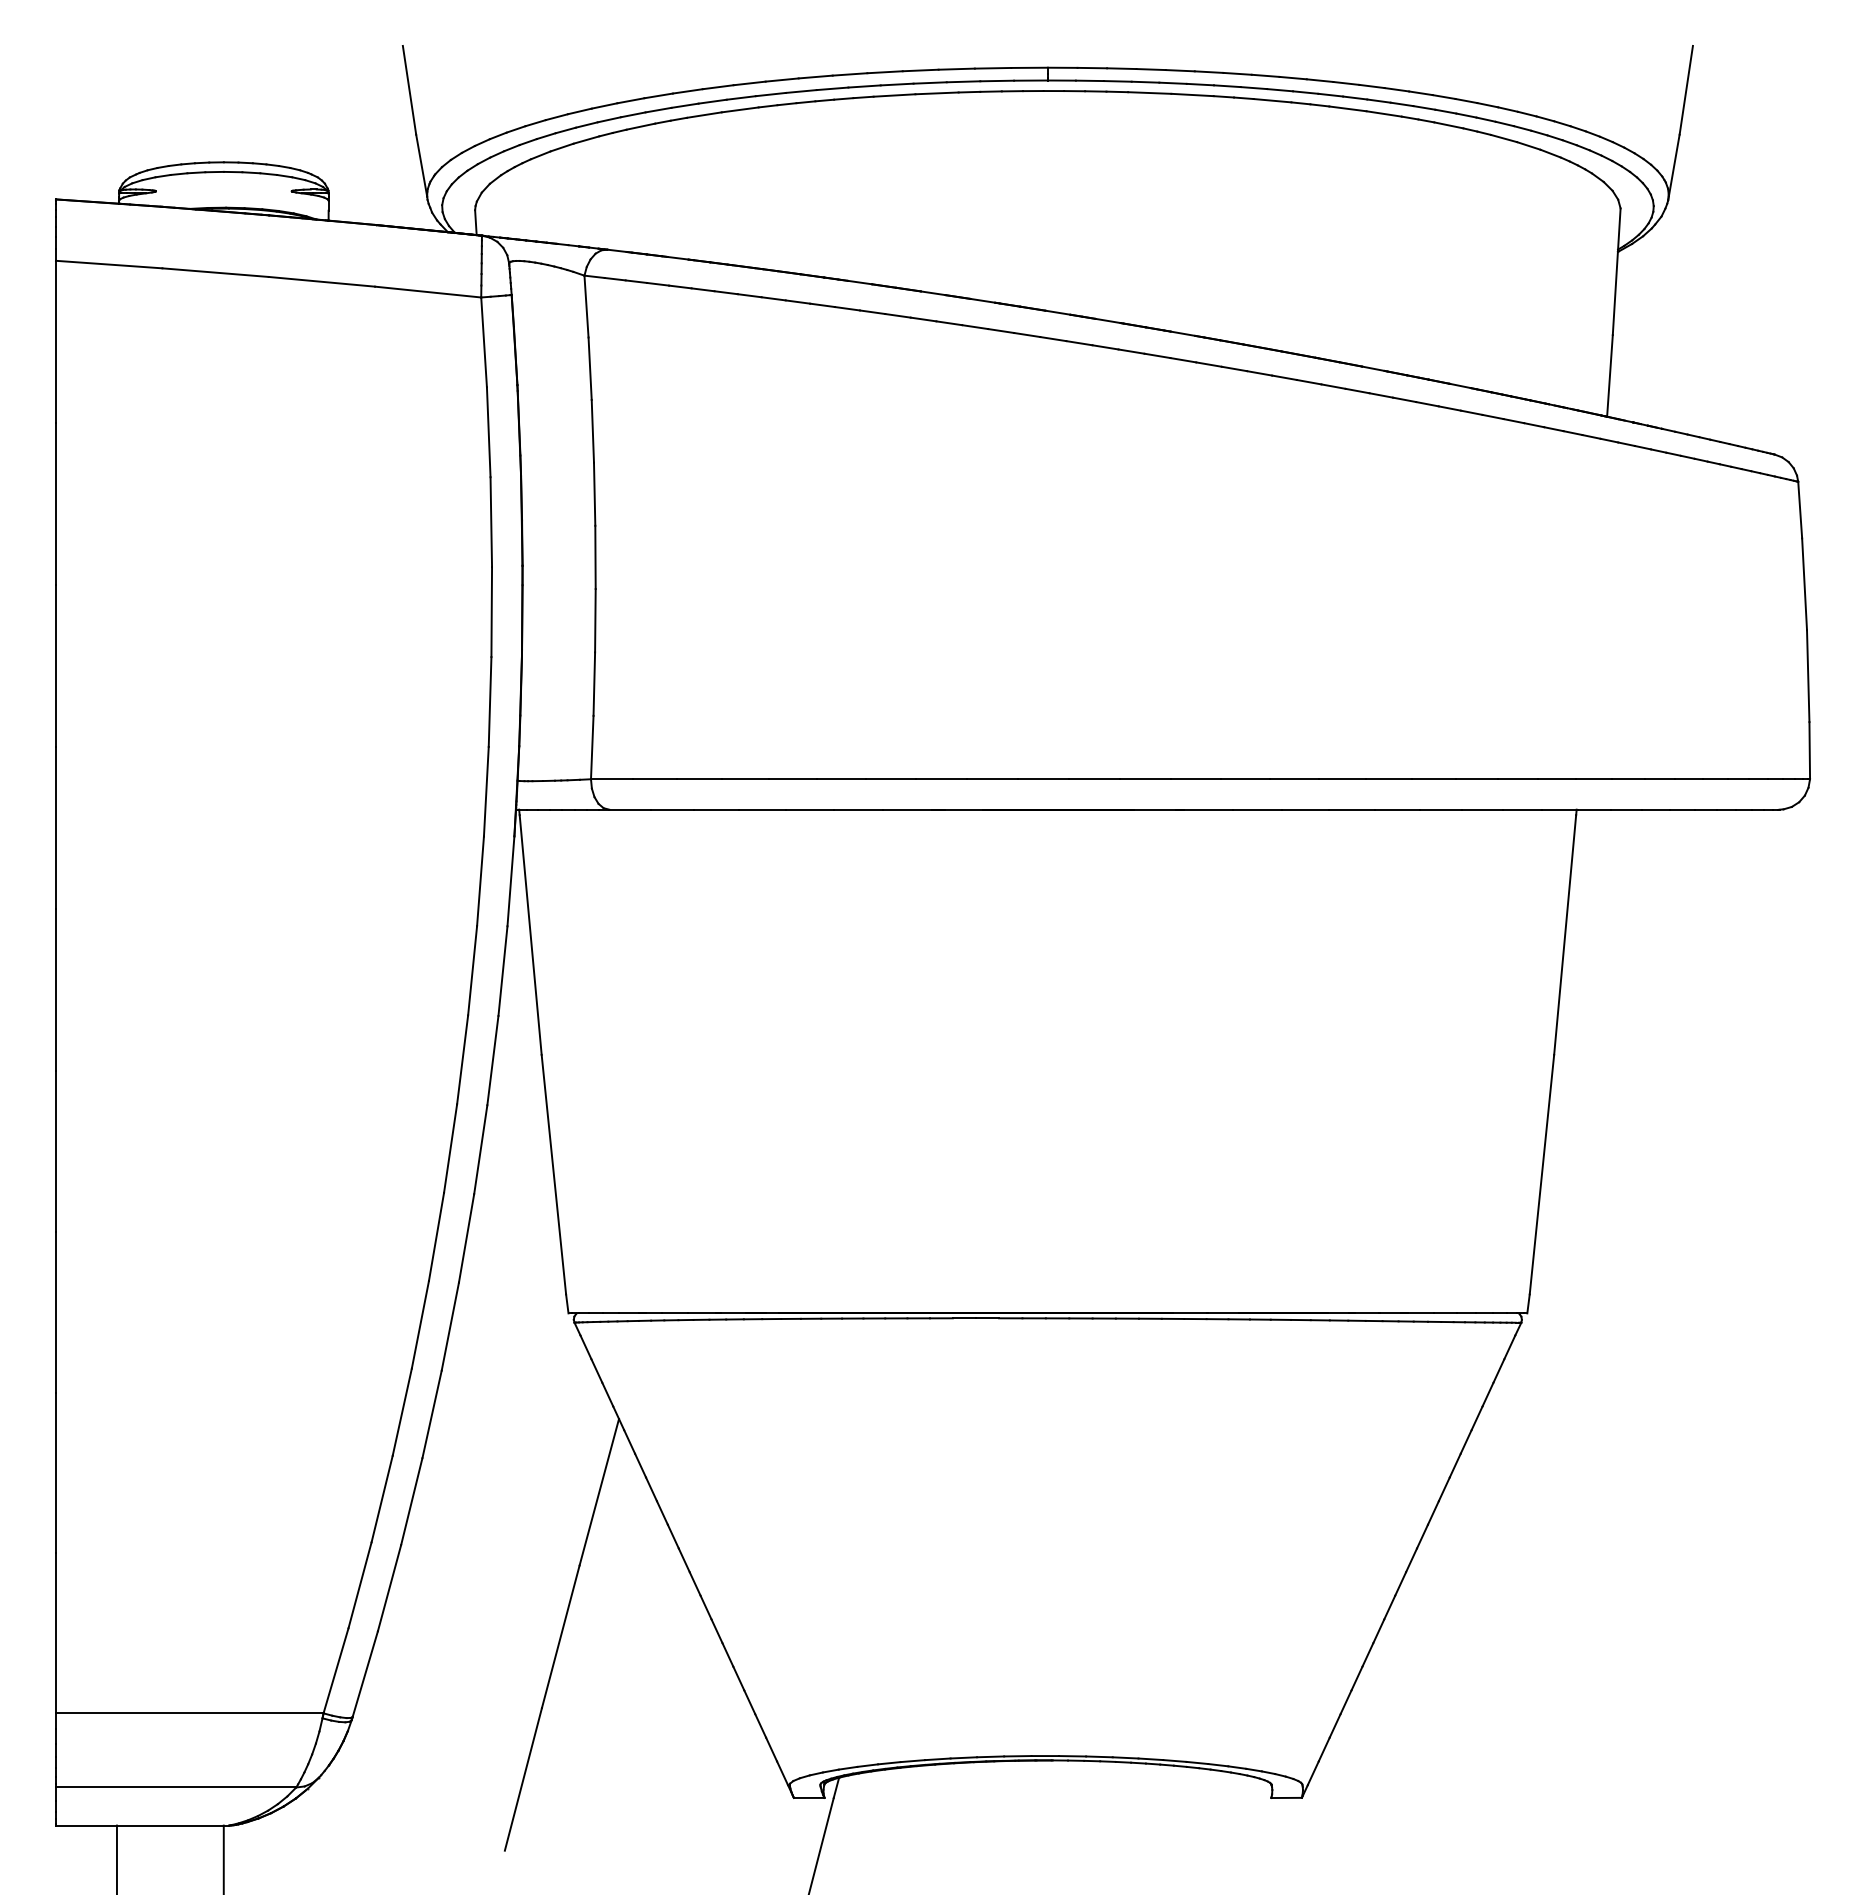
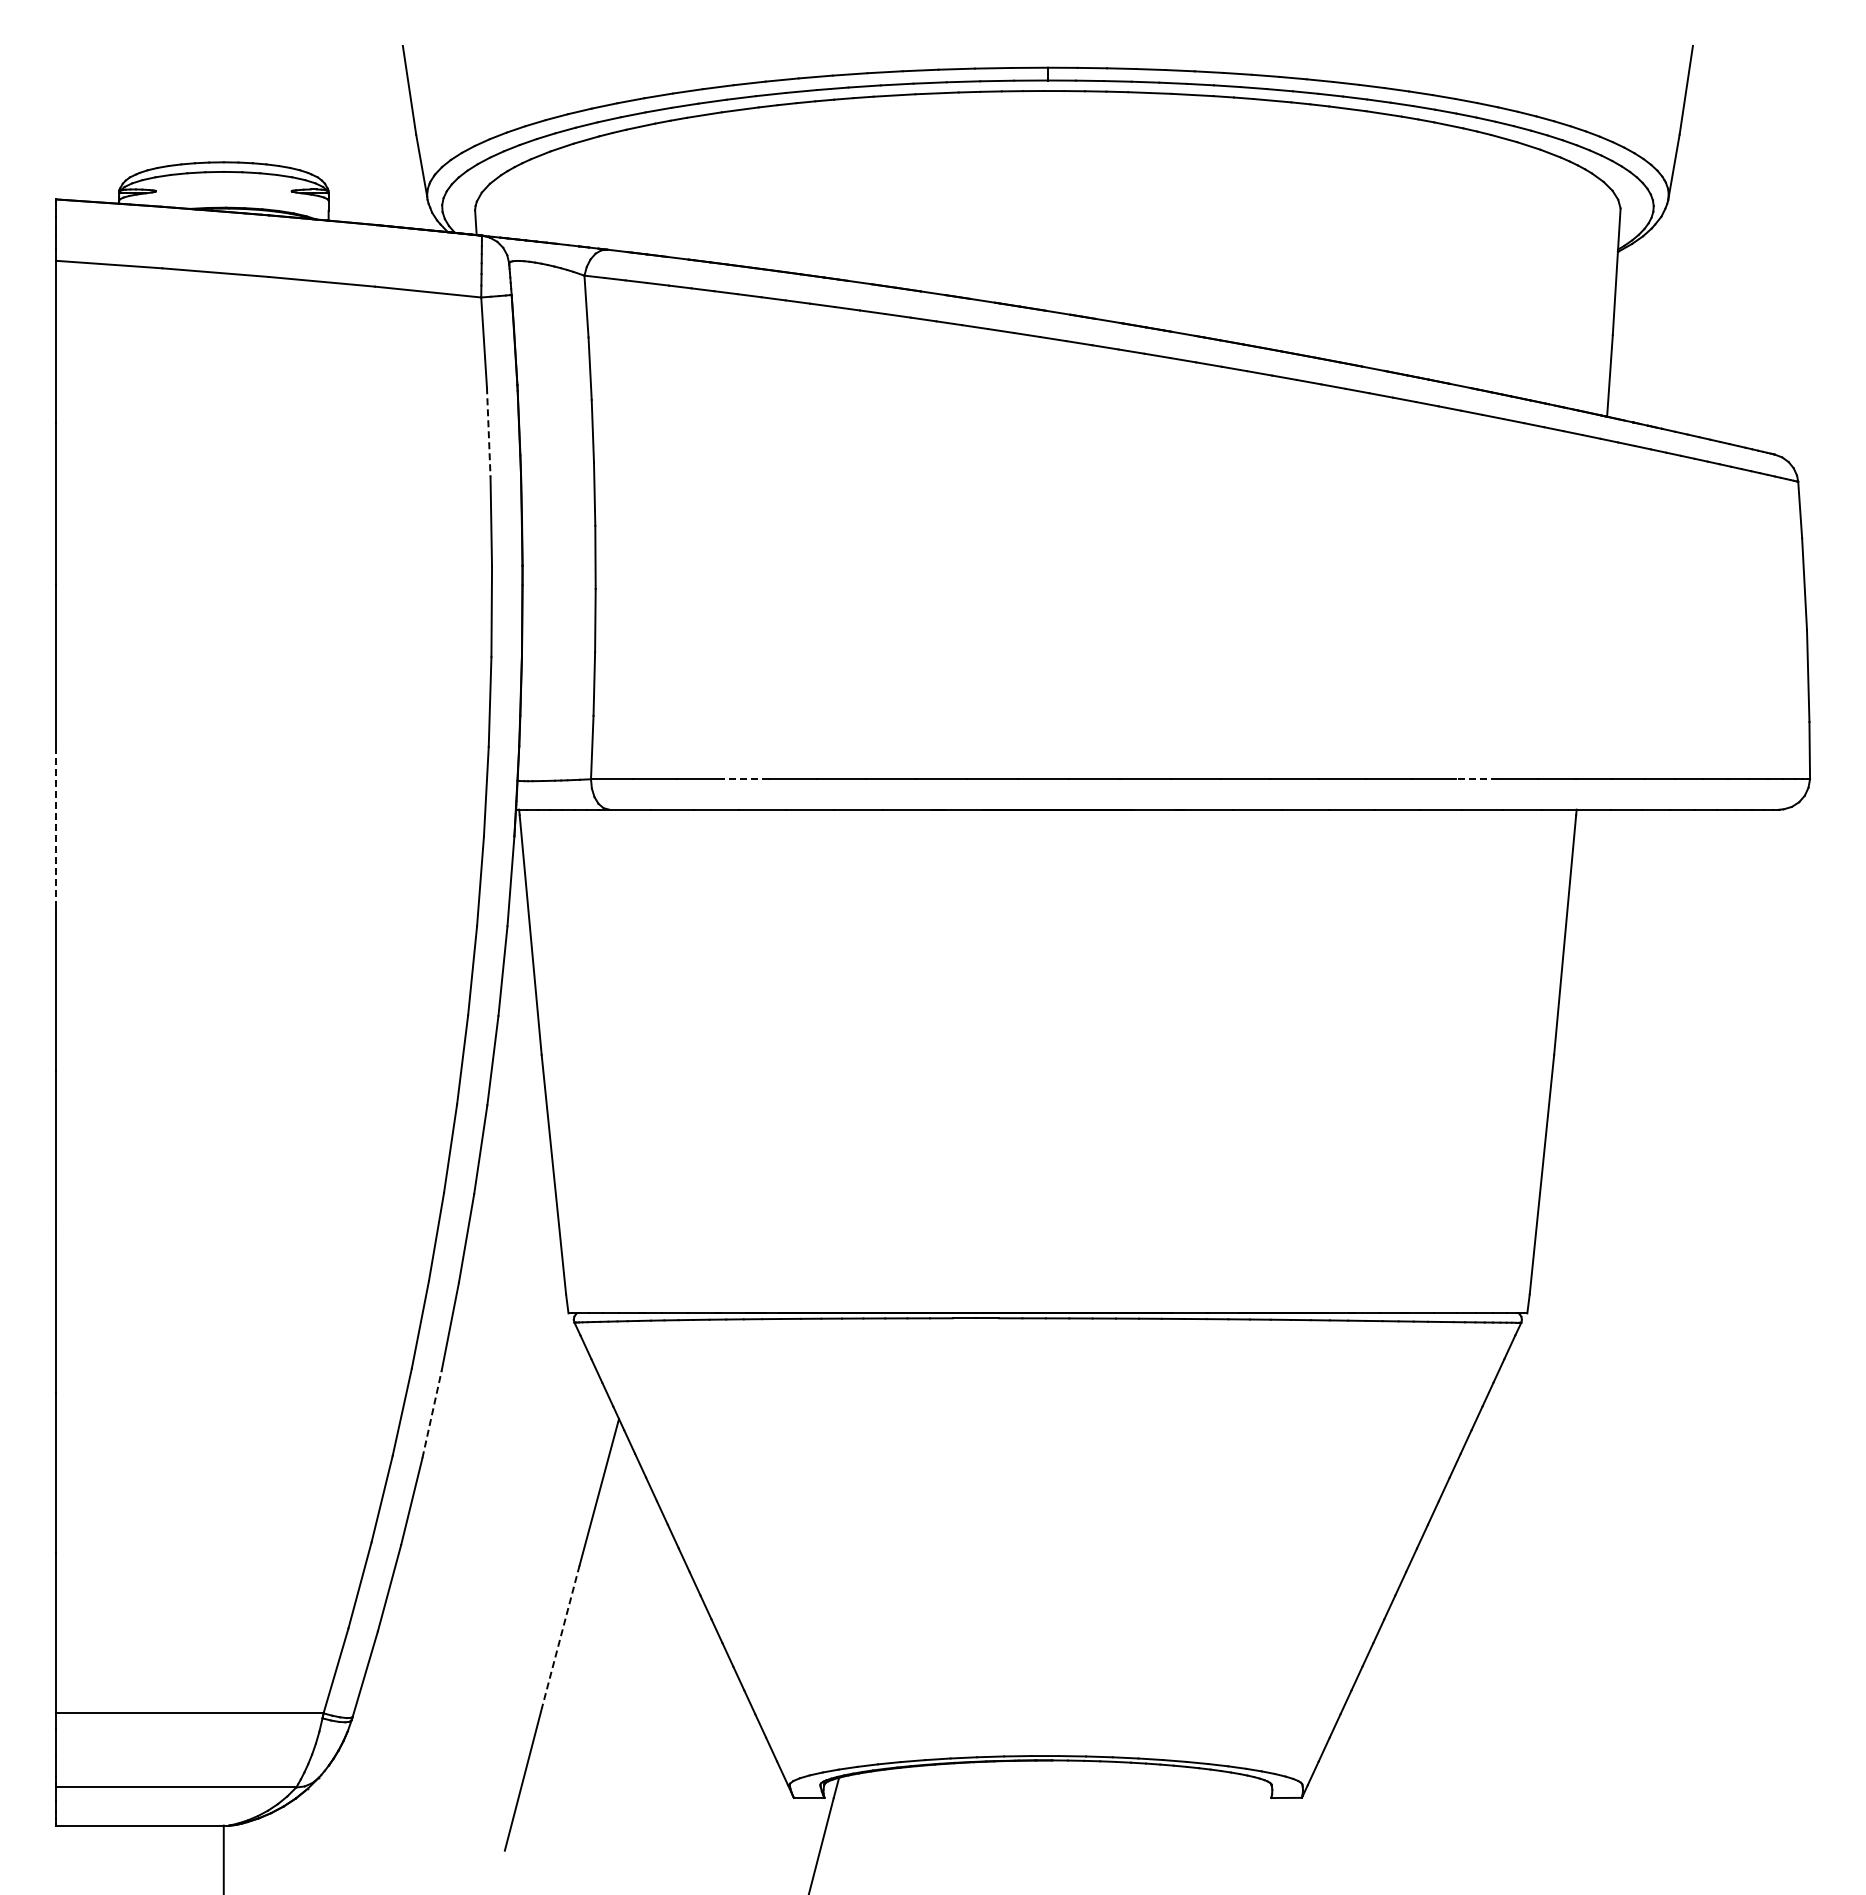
line at (488, 432): solid -> dashed
line at (745, 779): solid -> dashed
line at (1476, 779): solid -> dashed
line at (55, 828): solid -> dashed
line at (432, 1414): solid -> dashed
line at (560, 1636): solid -> dashed
line at (116, 1858): present -> none
